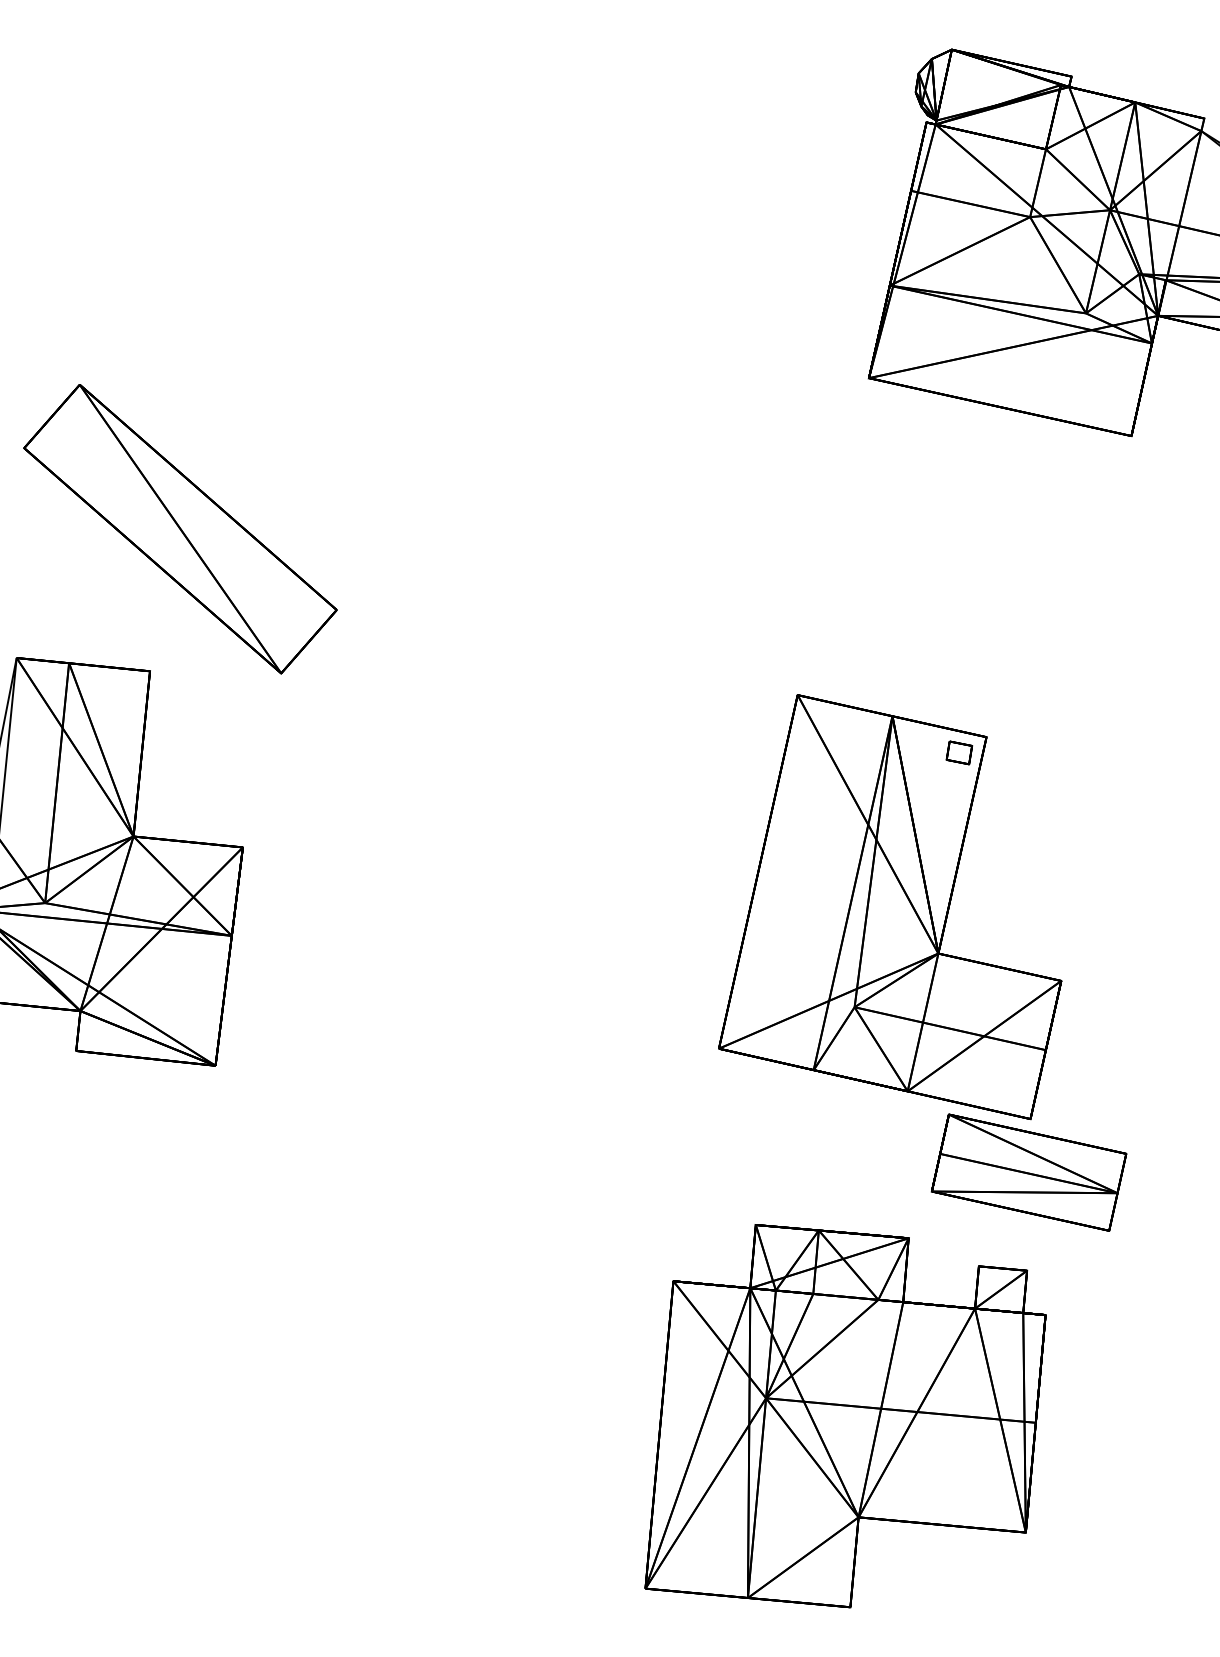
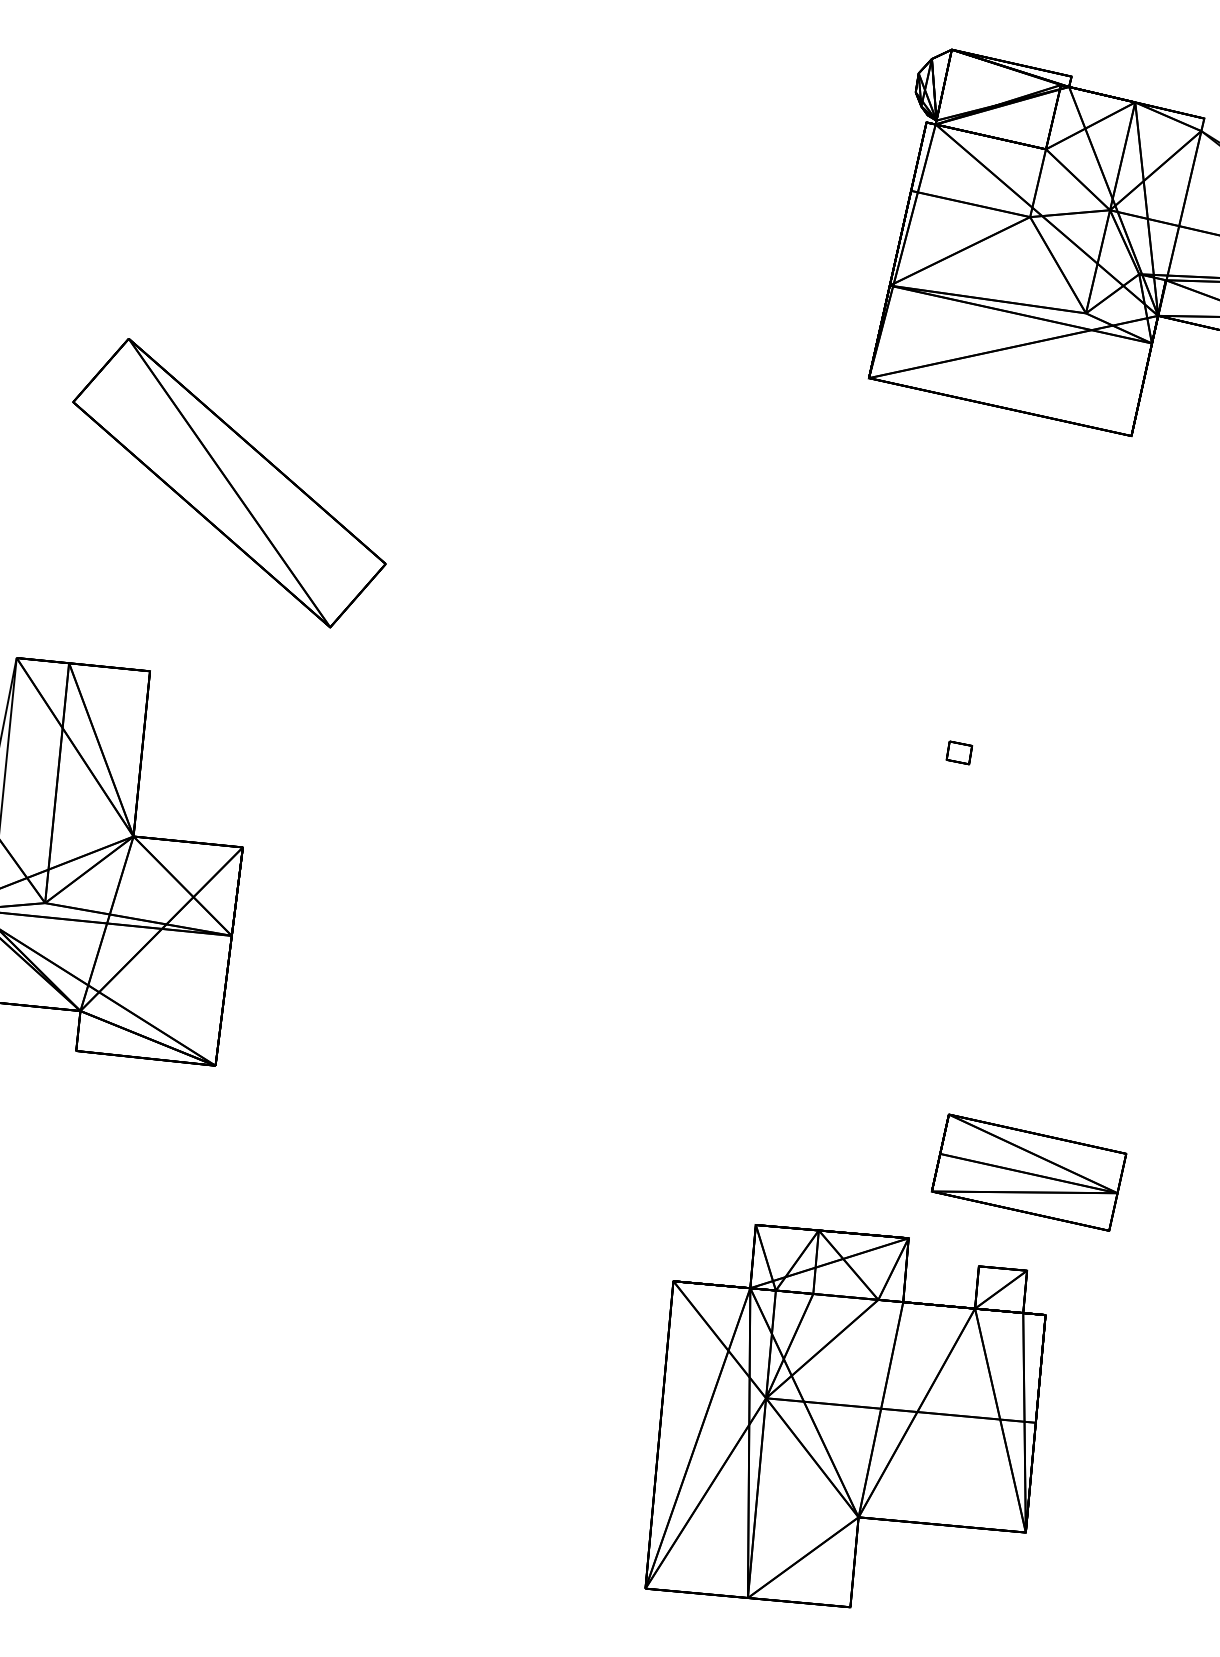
part at (180, 529) position: (180, 529) -> (229, 483)
part at (890, 907): present -> none
